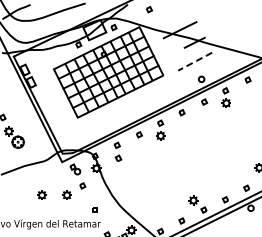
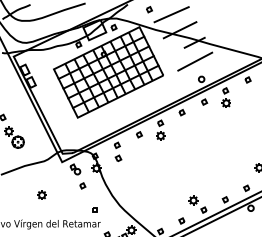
line at (171, 14): none -> present
line at (194, 61): dashed -> solid
part at (66, 194): present -> none
